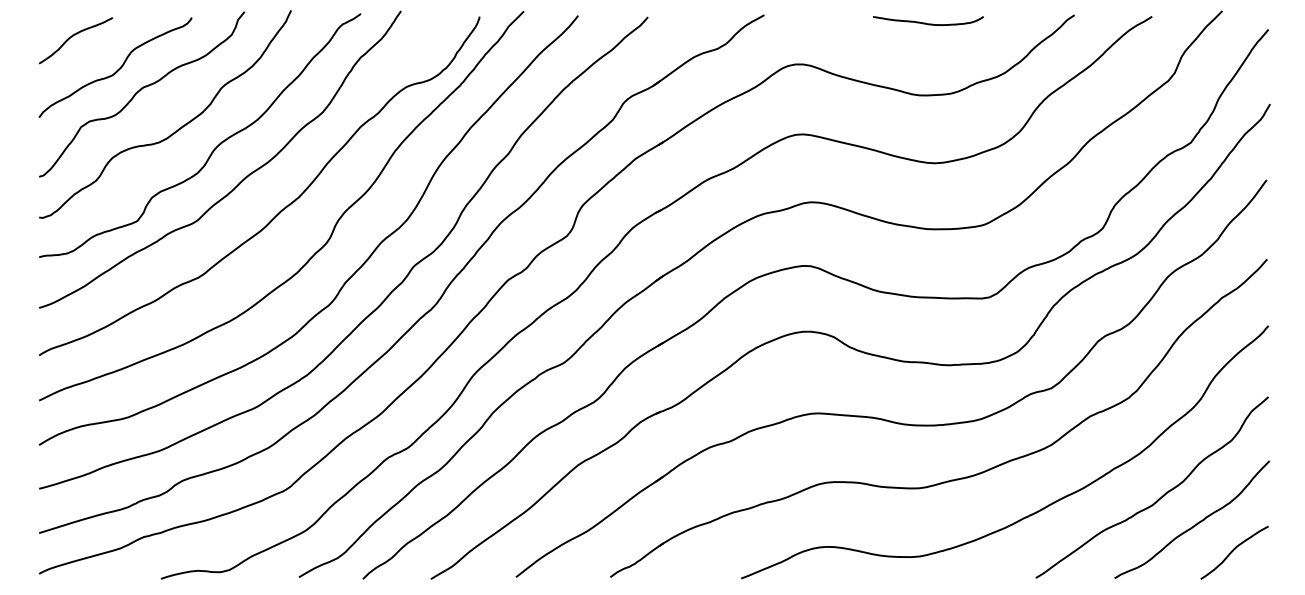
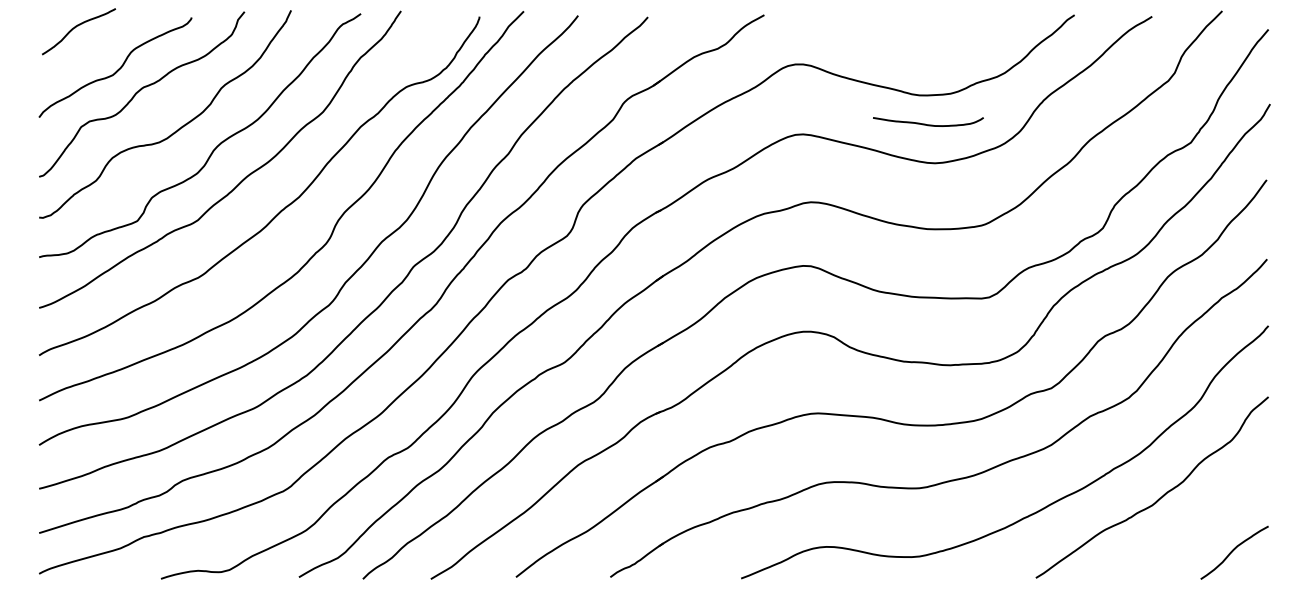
curve at (928, 23) position: (928, 23) -> (928, 124)
curve at (73, 36) position: (73, 36) -> (76, 27)
curve at (1194, 524): present -> none
